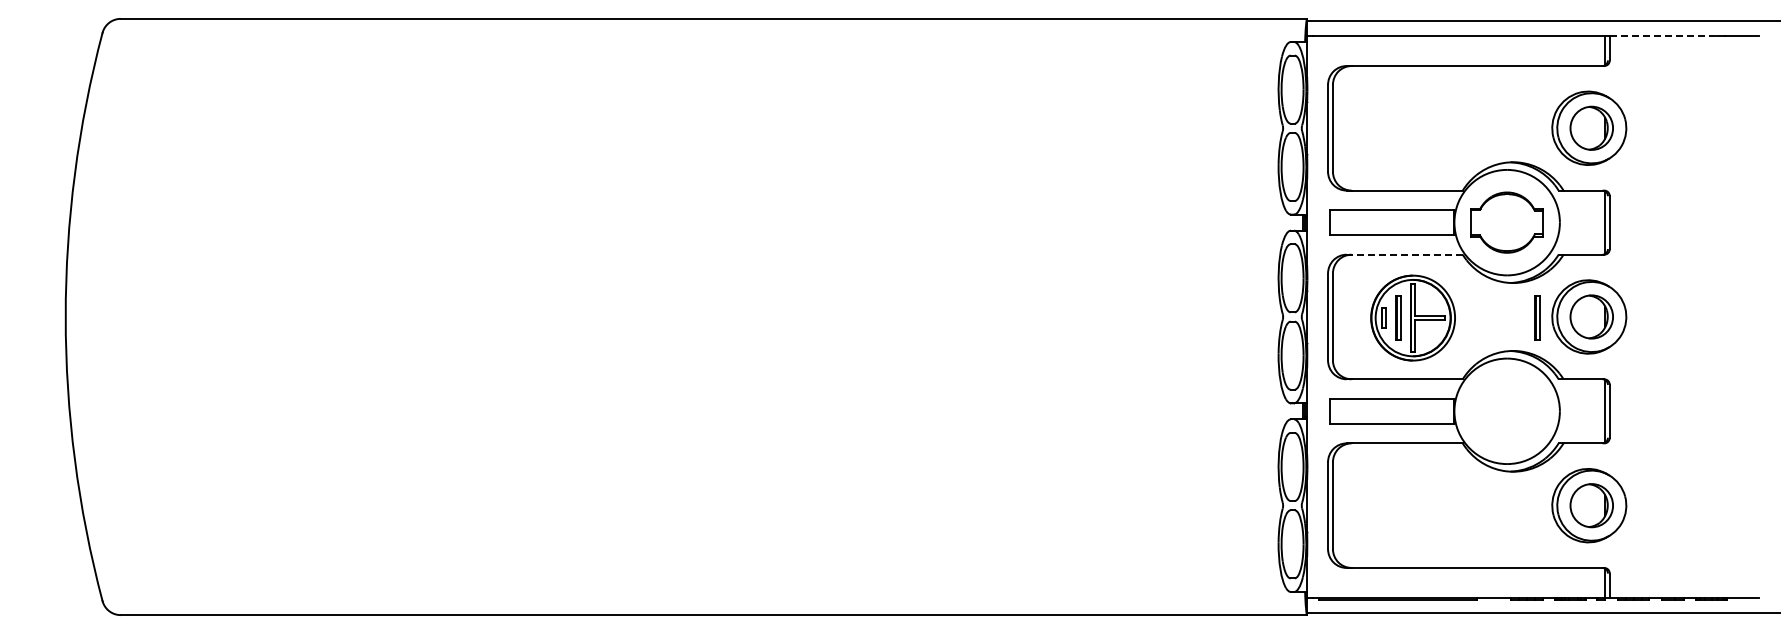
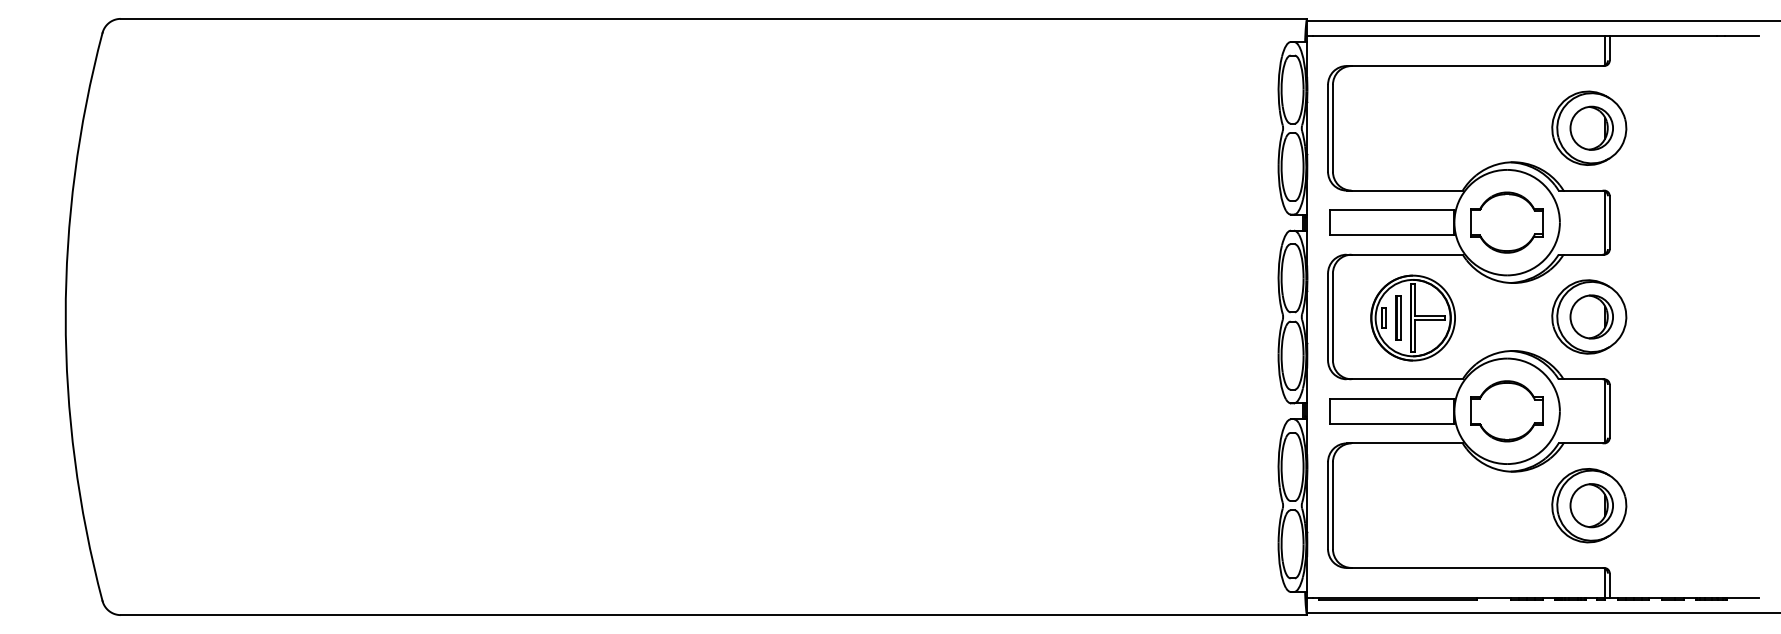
line at (1663, 35): dashed -> solid
line at (1407, 254): dashed -> solid
part at (1537, 317): present -> none
part at (1506, 411): none -> present
